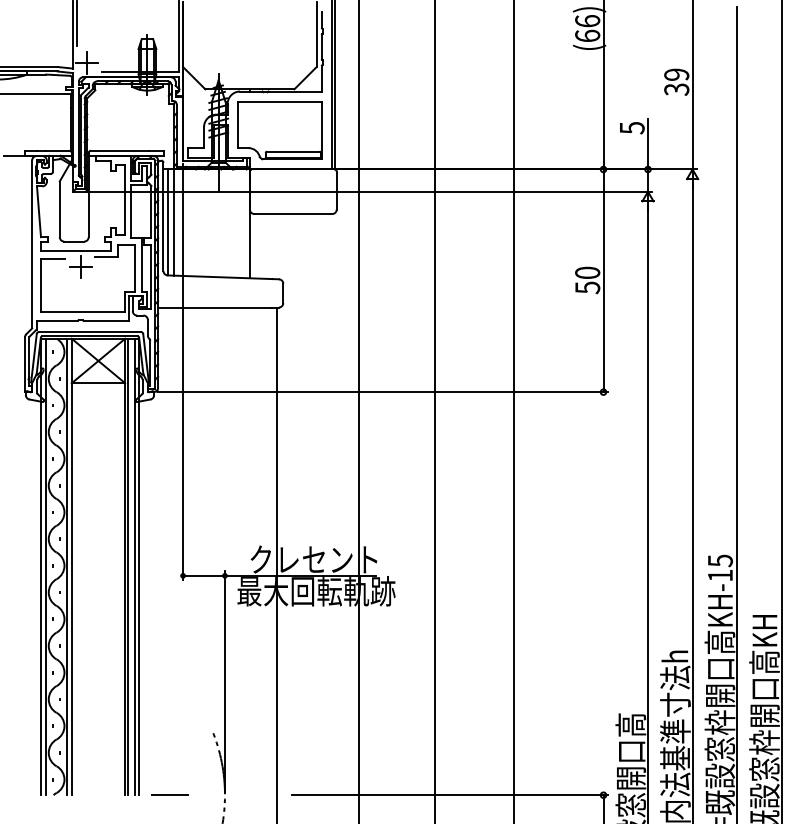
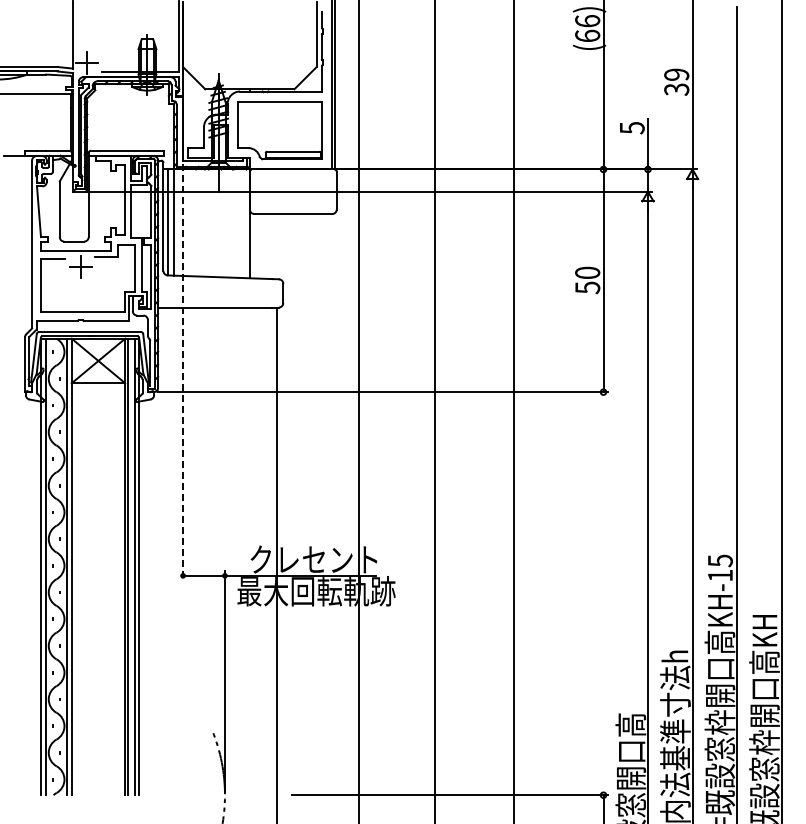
line at (77, 23): present -> none
line at (183, 372): solid -> dashed
line at (169, 794): present -> none
